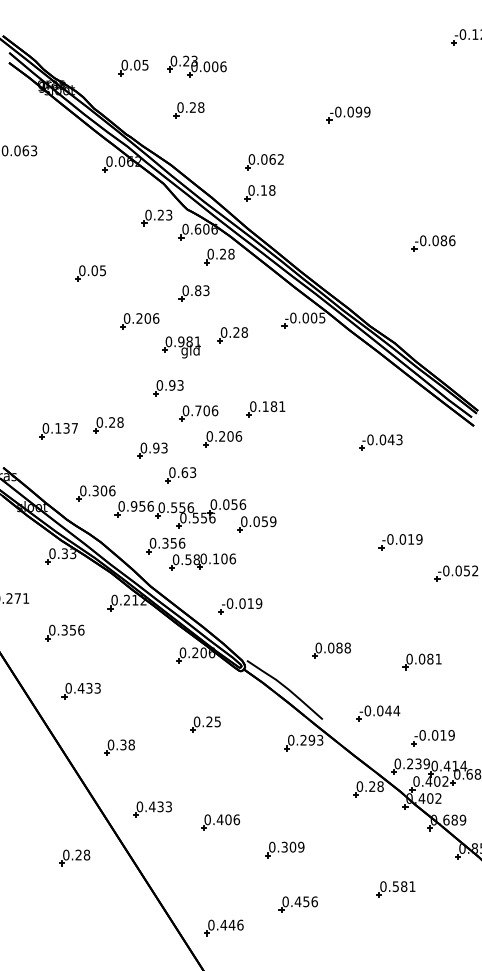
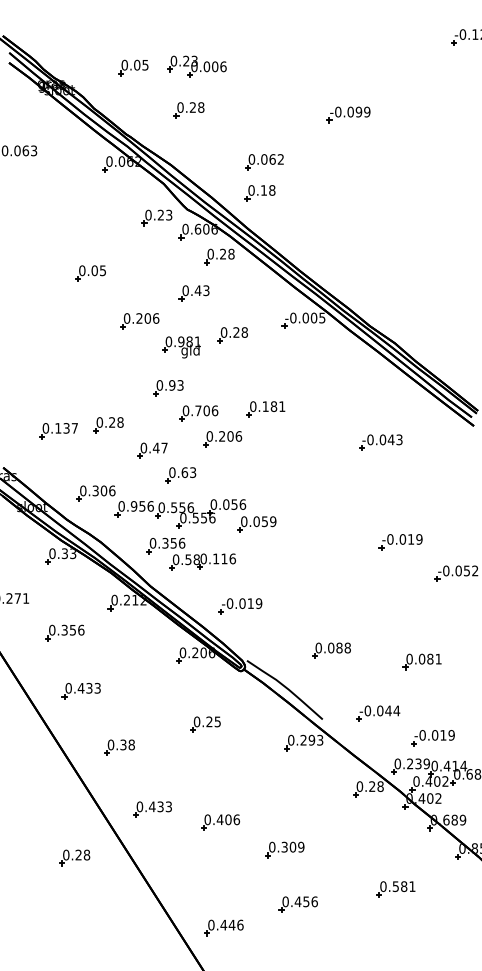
part at (433, 243): present -> none
text at (197, 290): 0.83 -> 0.43
text at (159, 447): 0.93 -> 0.47
text at (224, 558): 0.106 -> 0.116
